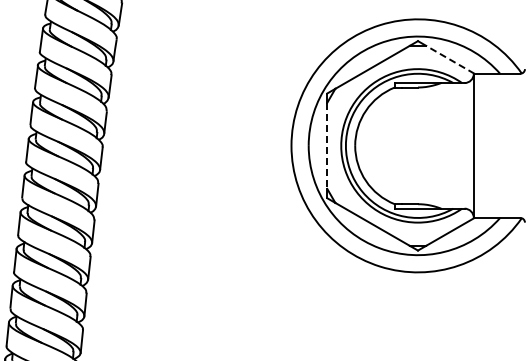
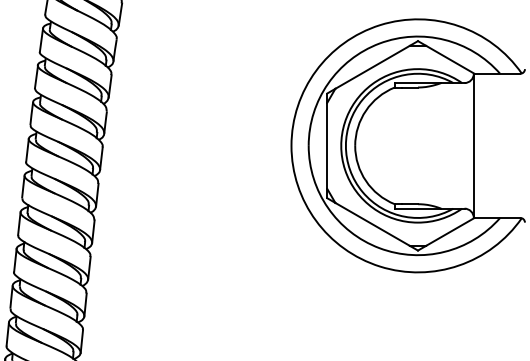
line at (449, 59): dashed -> solid
line at (327, 146): dashed -> solid
